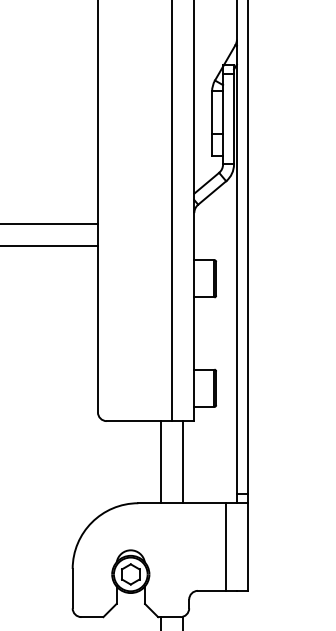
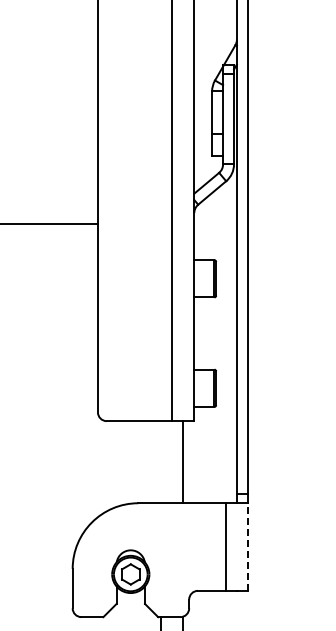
line at (49, 245): present -> none
line at (161, 462): present -> none
line at (247, 547): solid -> dashed
